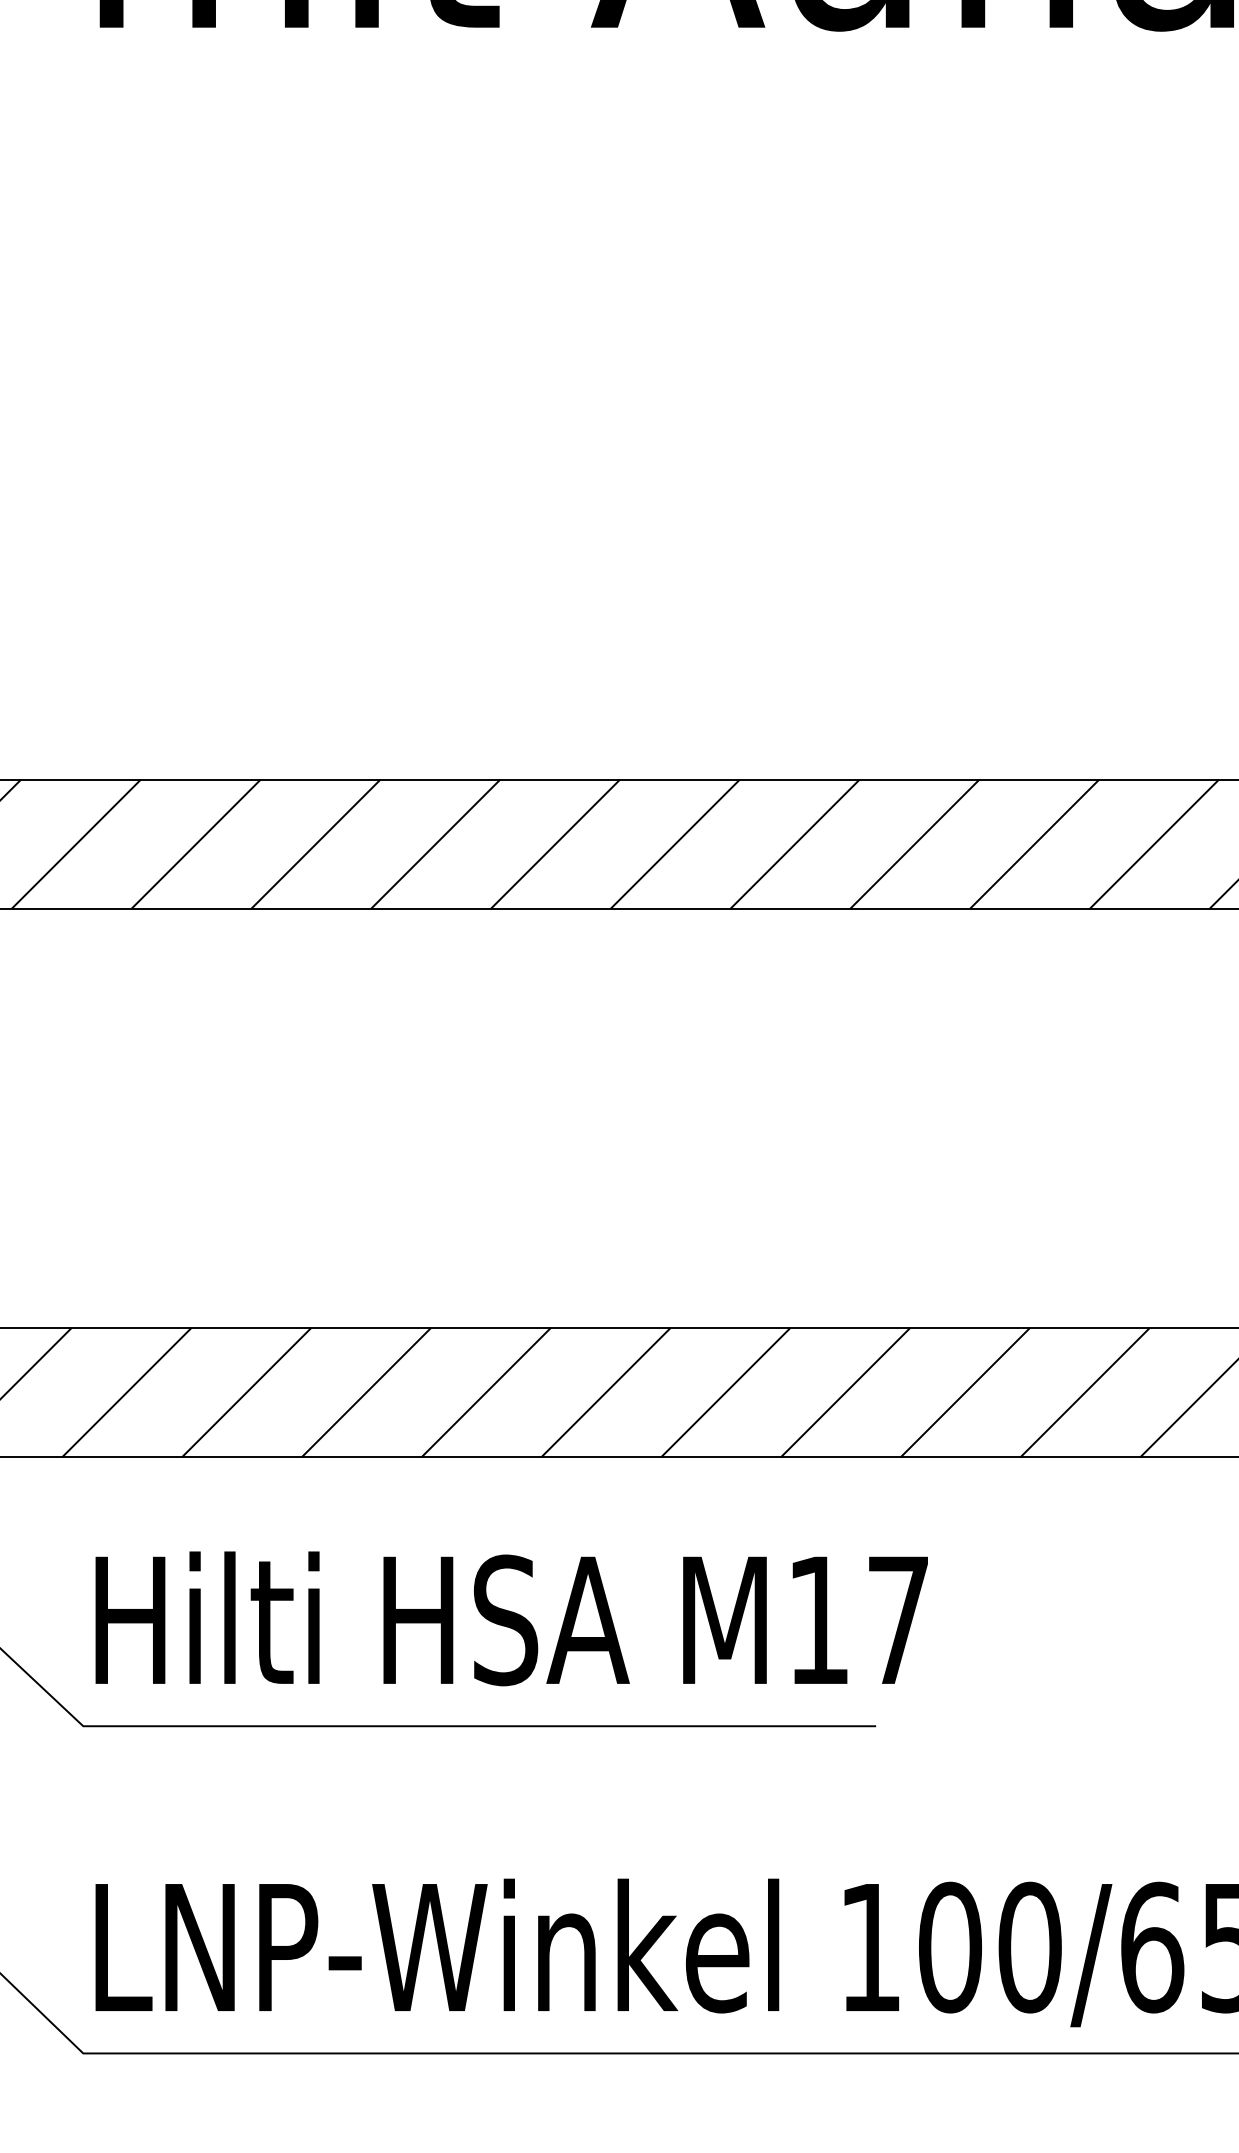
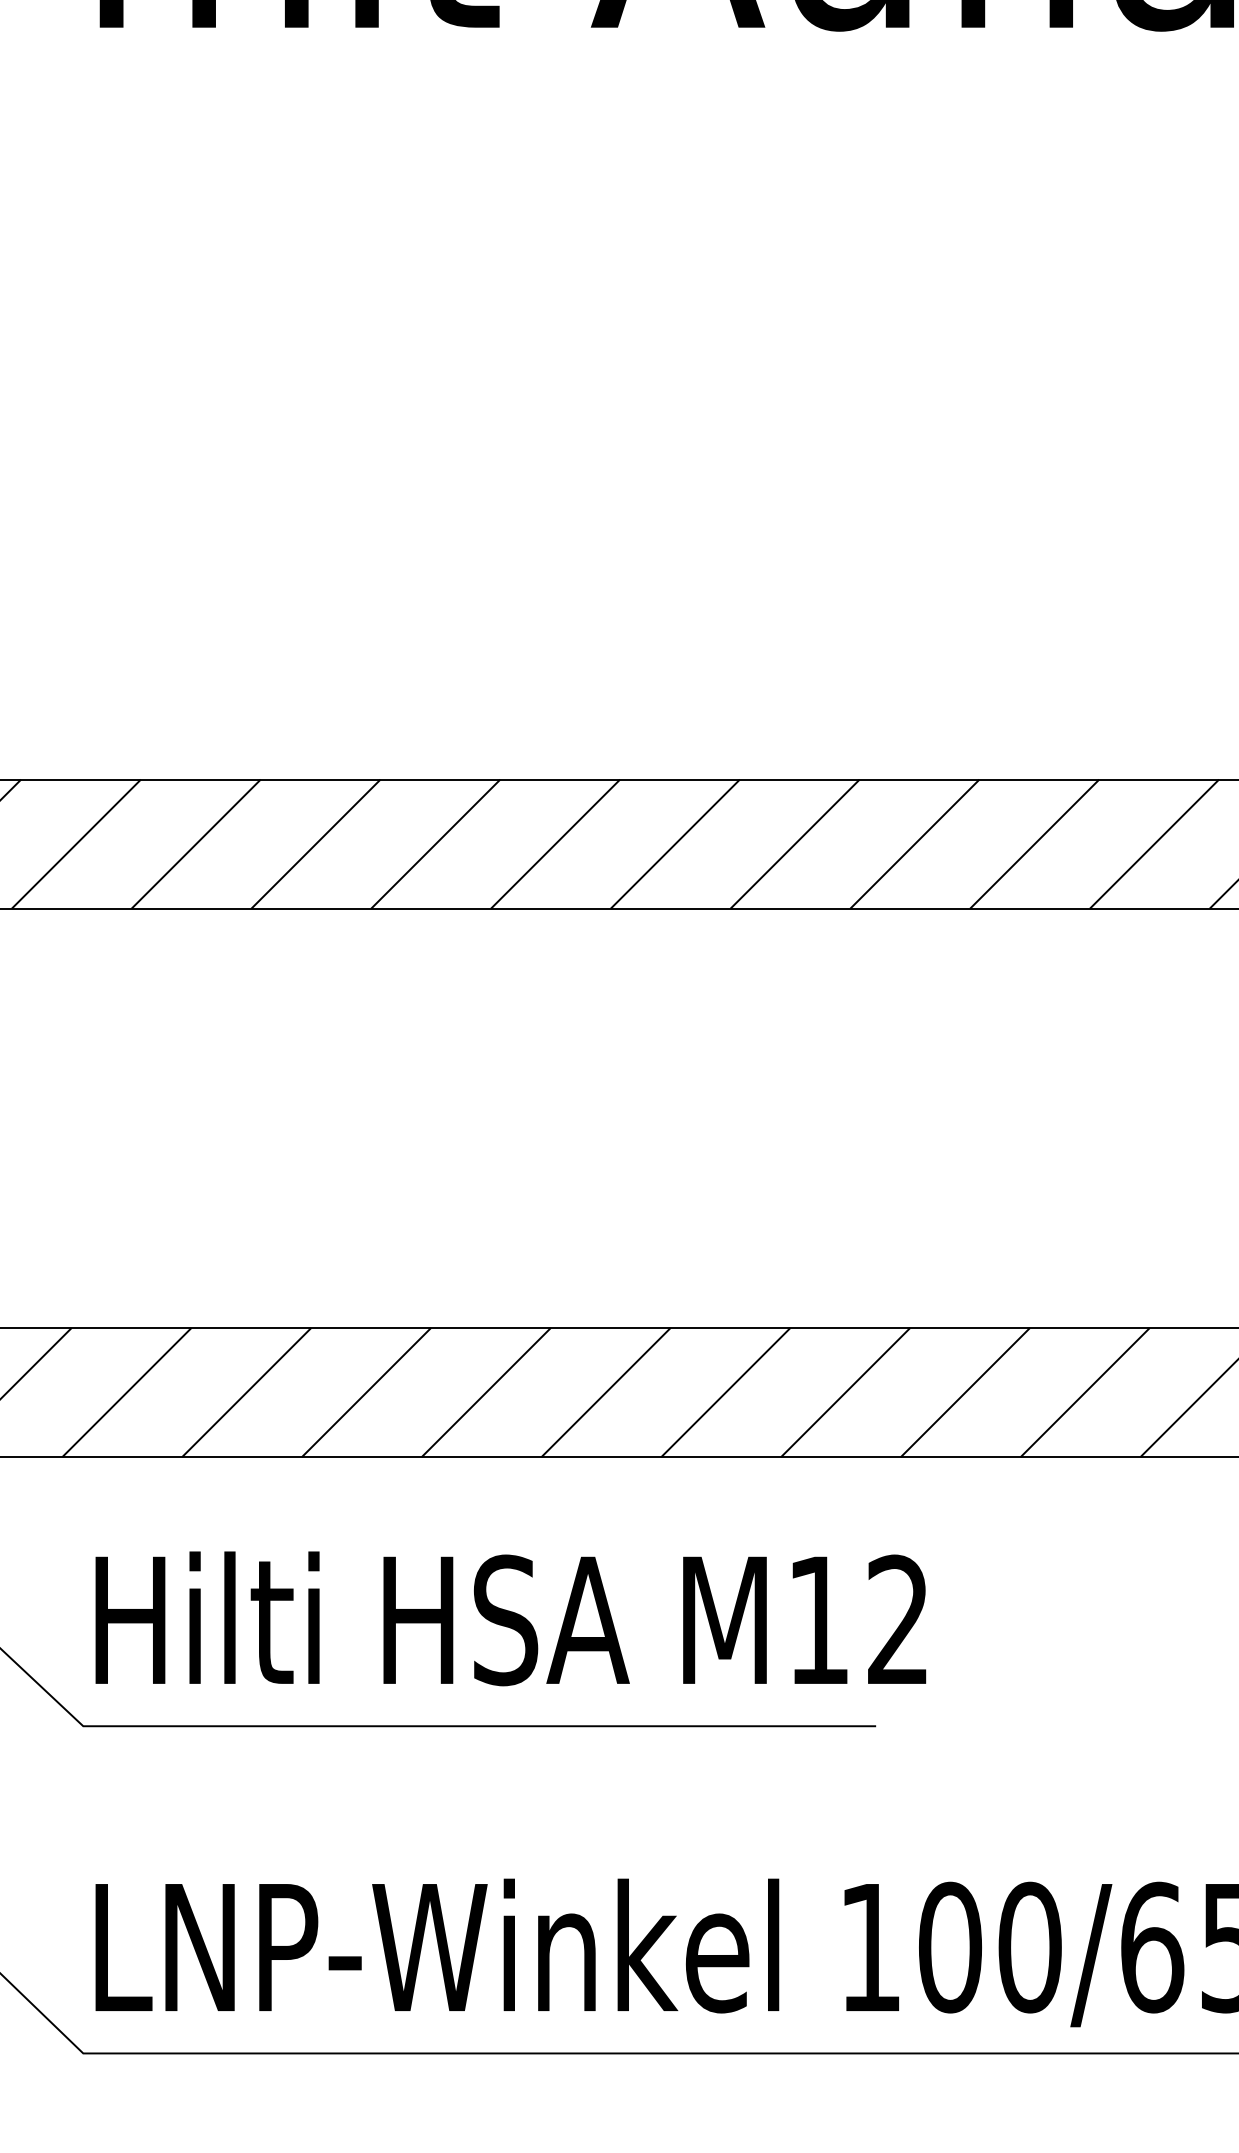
text at (897, 1618): M17 -> M12
